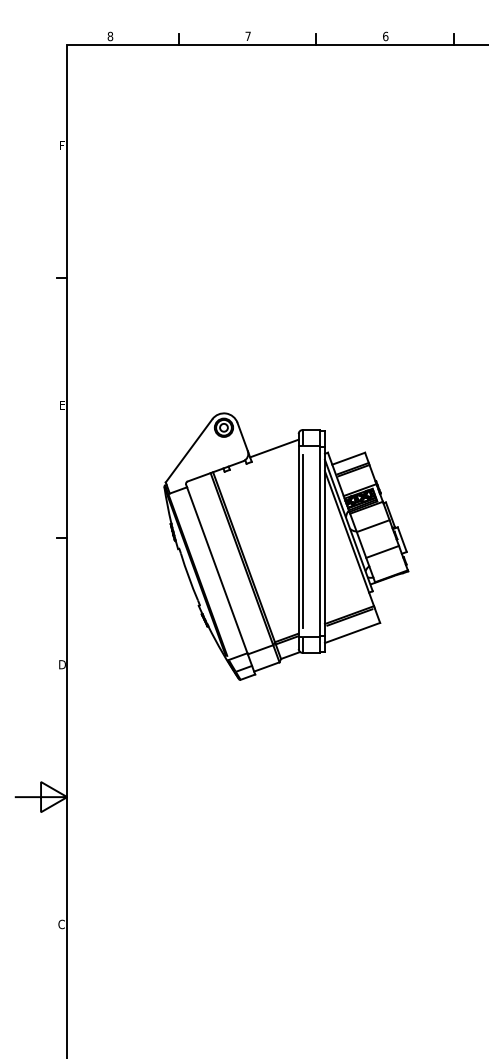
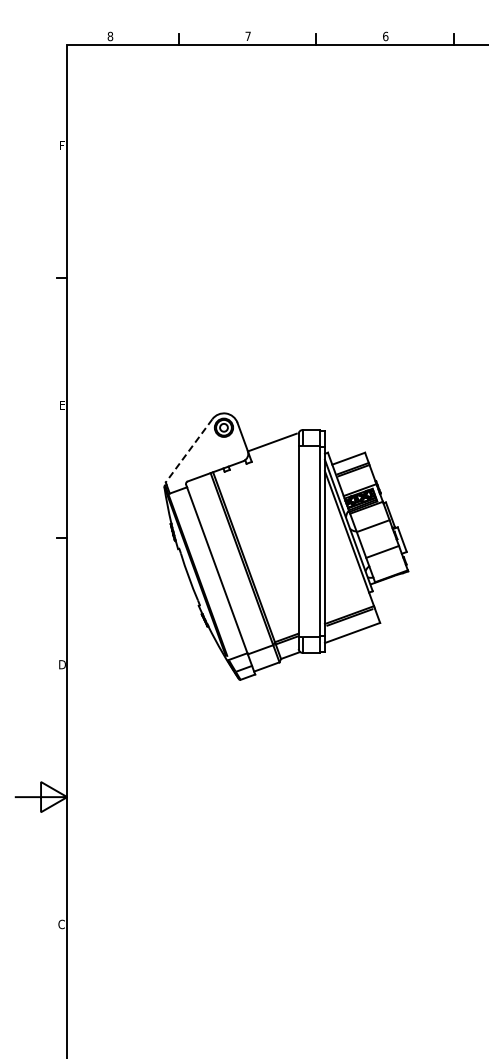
line at (274, 448) position: (274, 448) -> (272, 442)
line at (188, 451): solid -> dashed
line at (302, 541): present -> none
